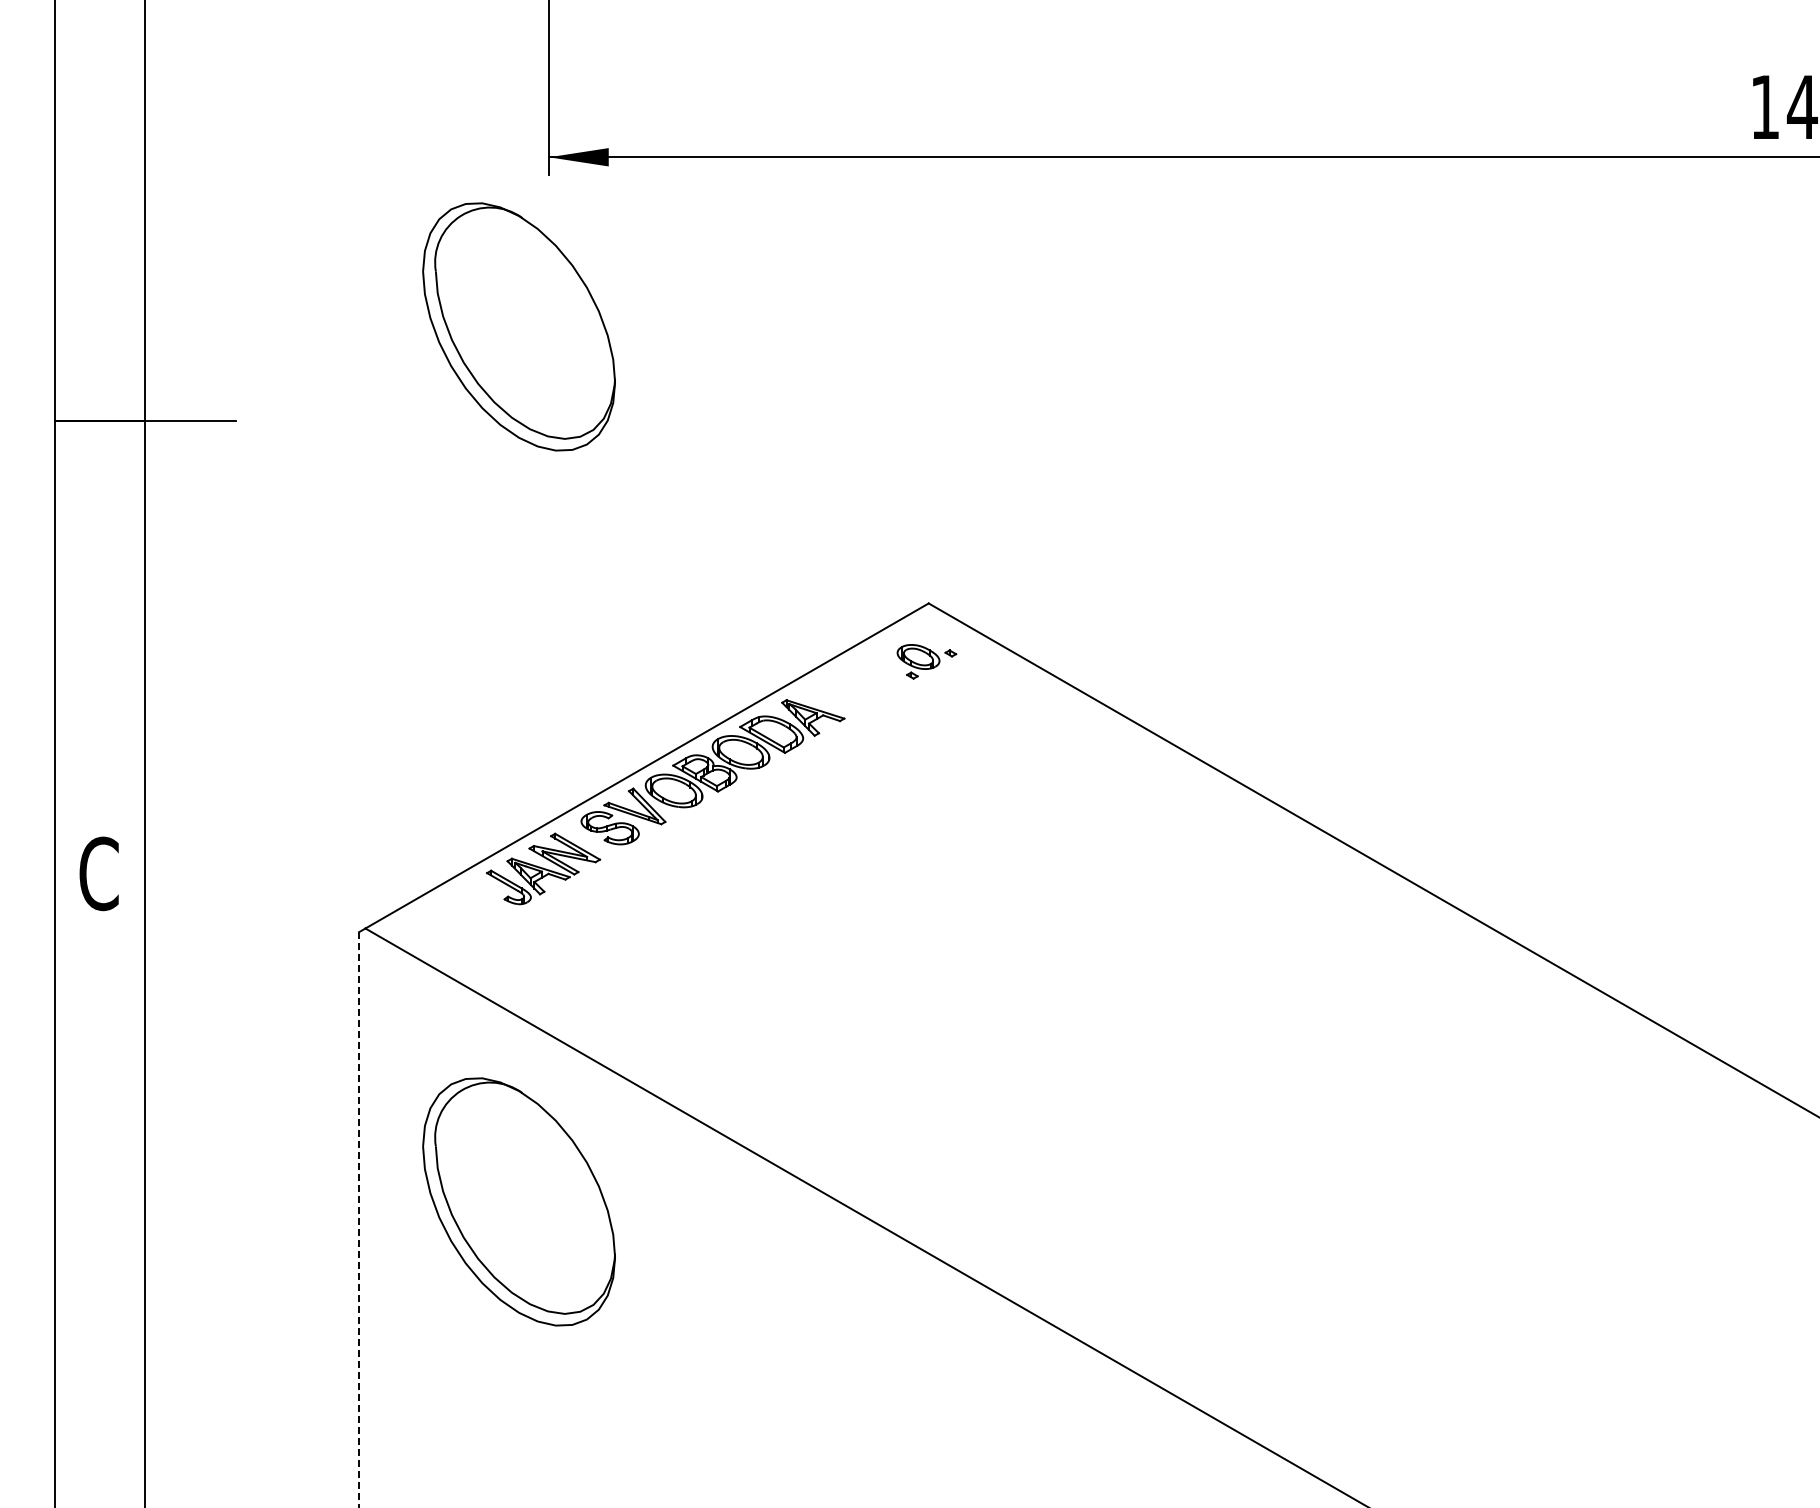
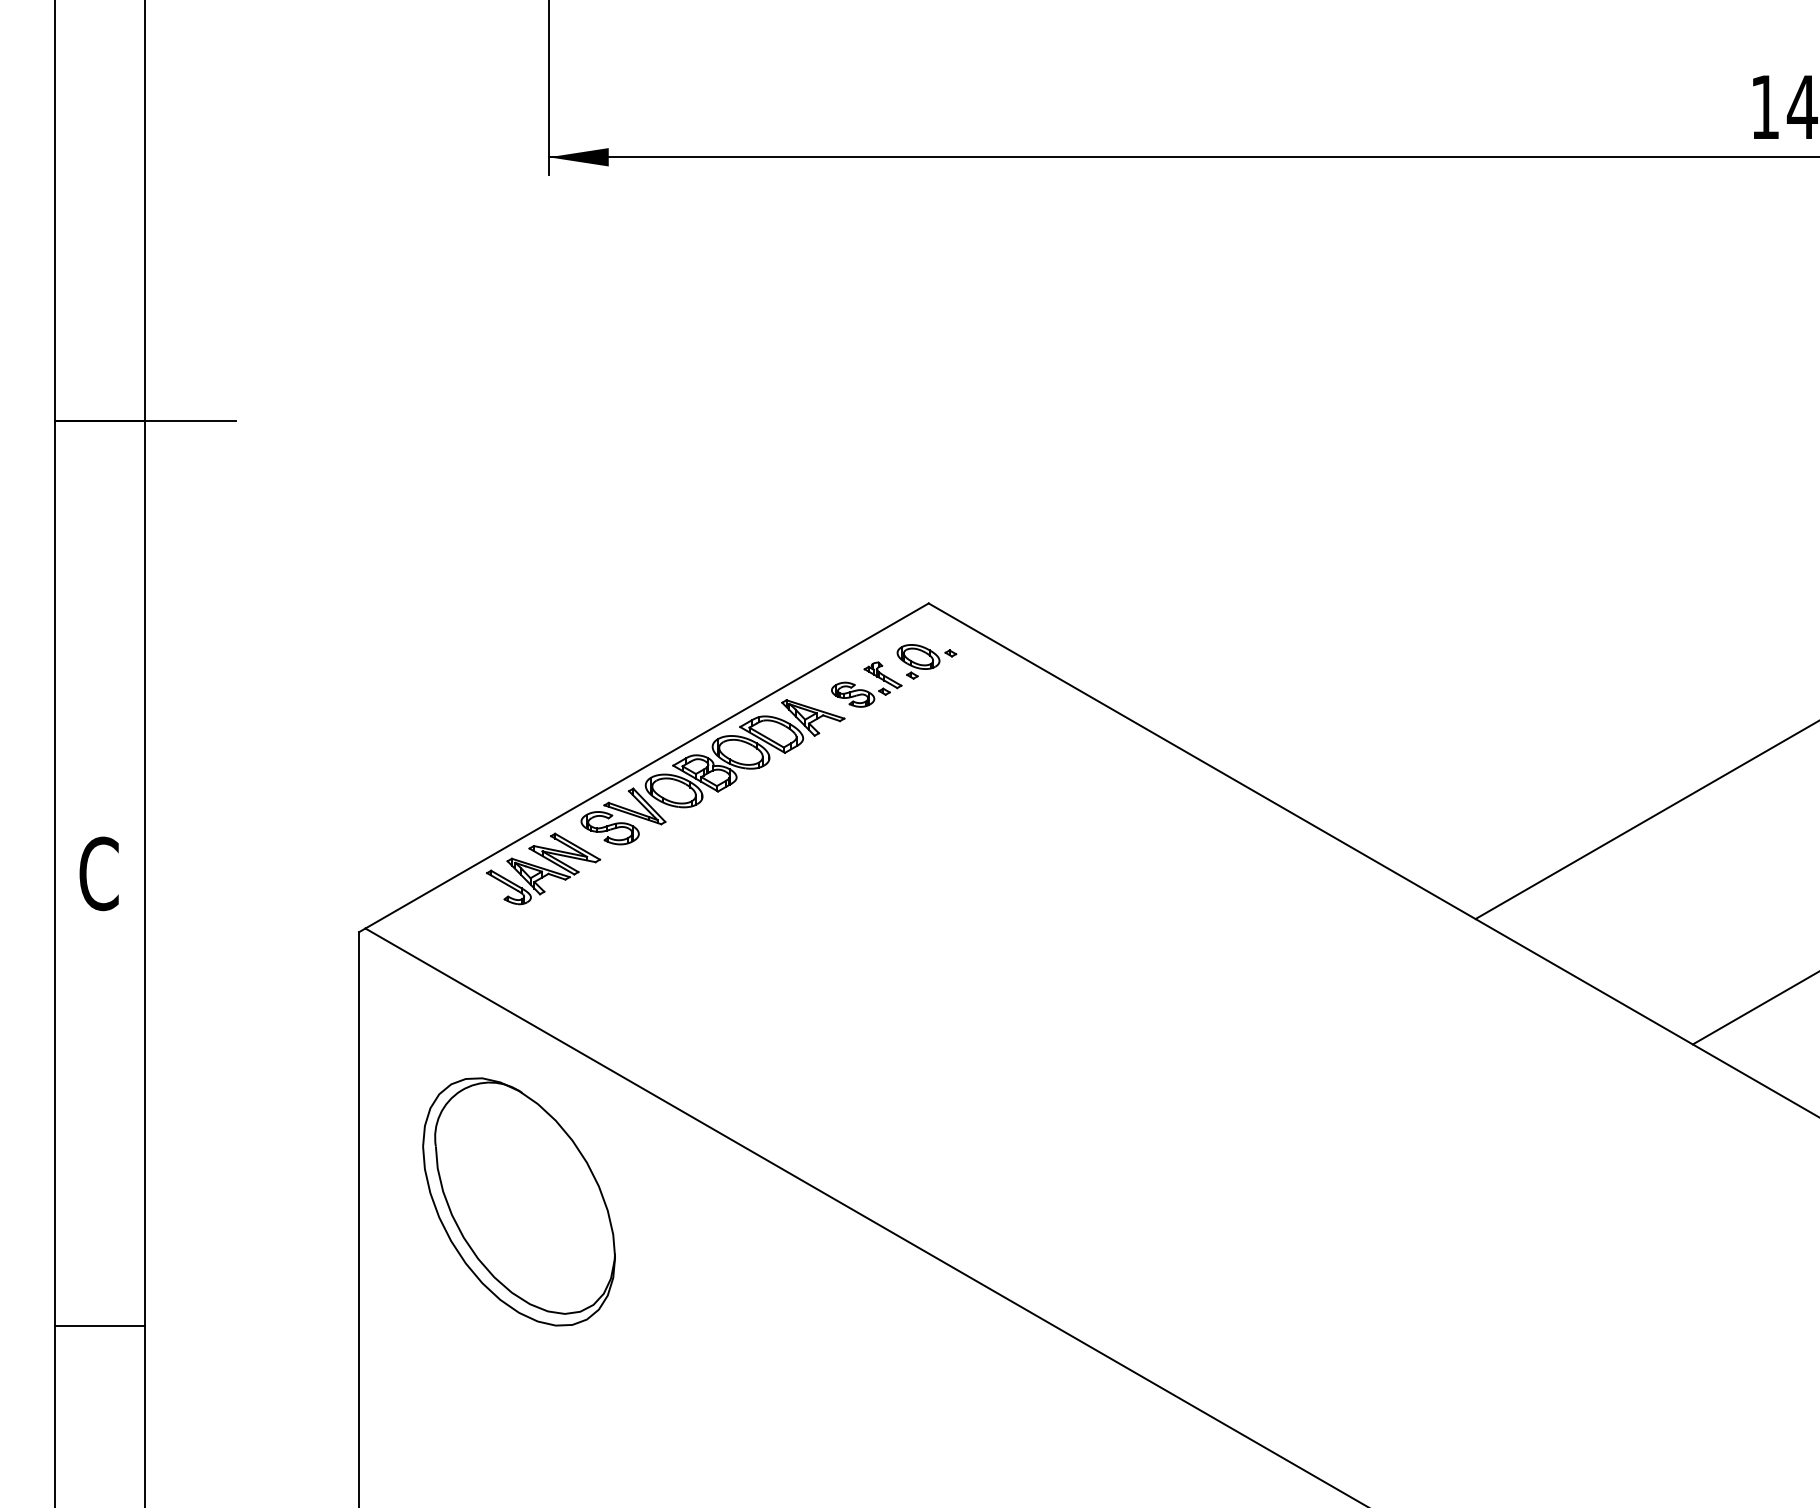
part at (518, 326): present -> none
part at (866, 684): none -> present
line at (1645, 820): none -> present
line at (1754, 1008): none -> present
line at (359, 1220): dashed -> solid
line at (99, 1326): none -> present
